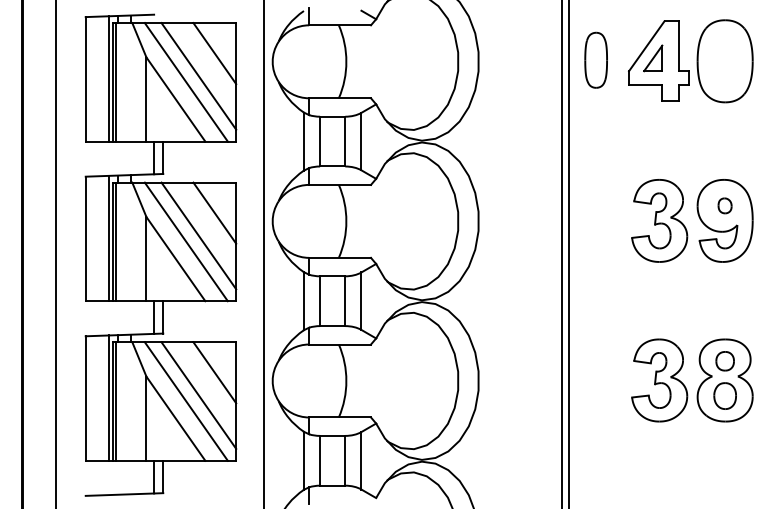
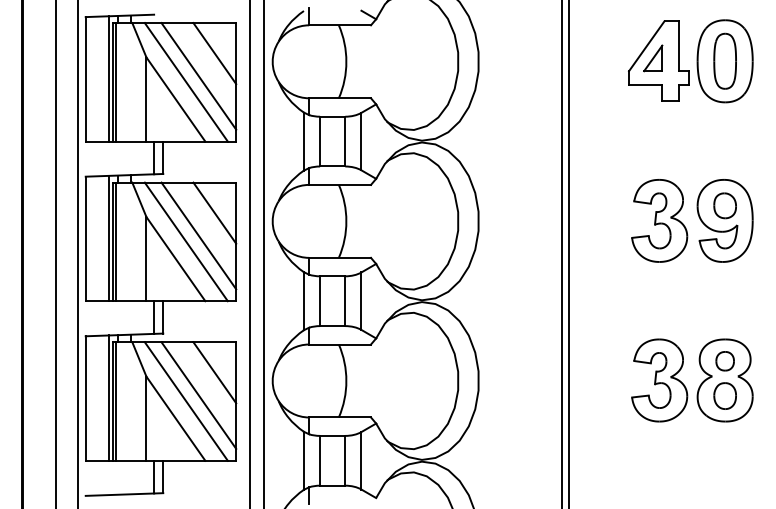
part at (595, 59) position: (595, 59) -> (724, 60)
part at (724, 205) size: 16x18 px -> 24x28 px
line at (77, 253): none -> present
line at (249, 253): none -> present
